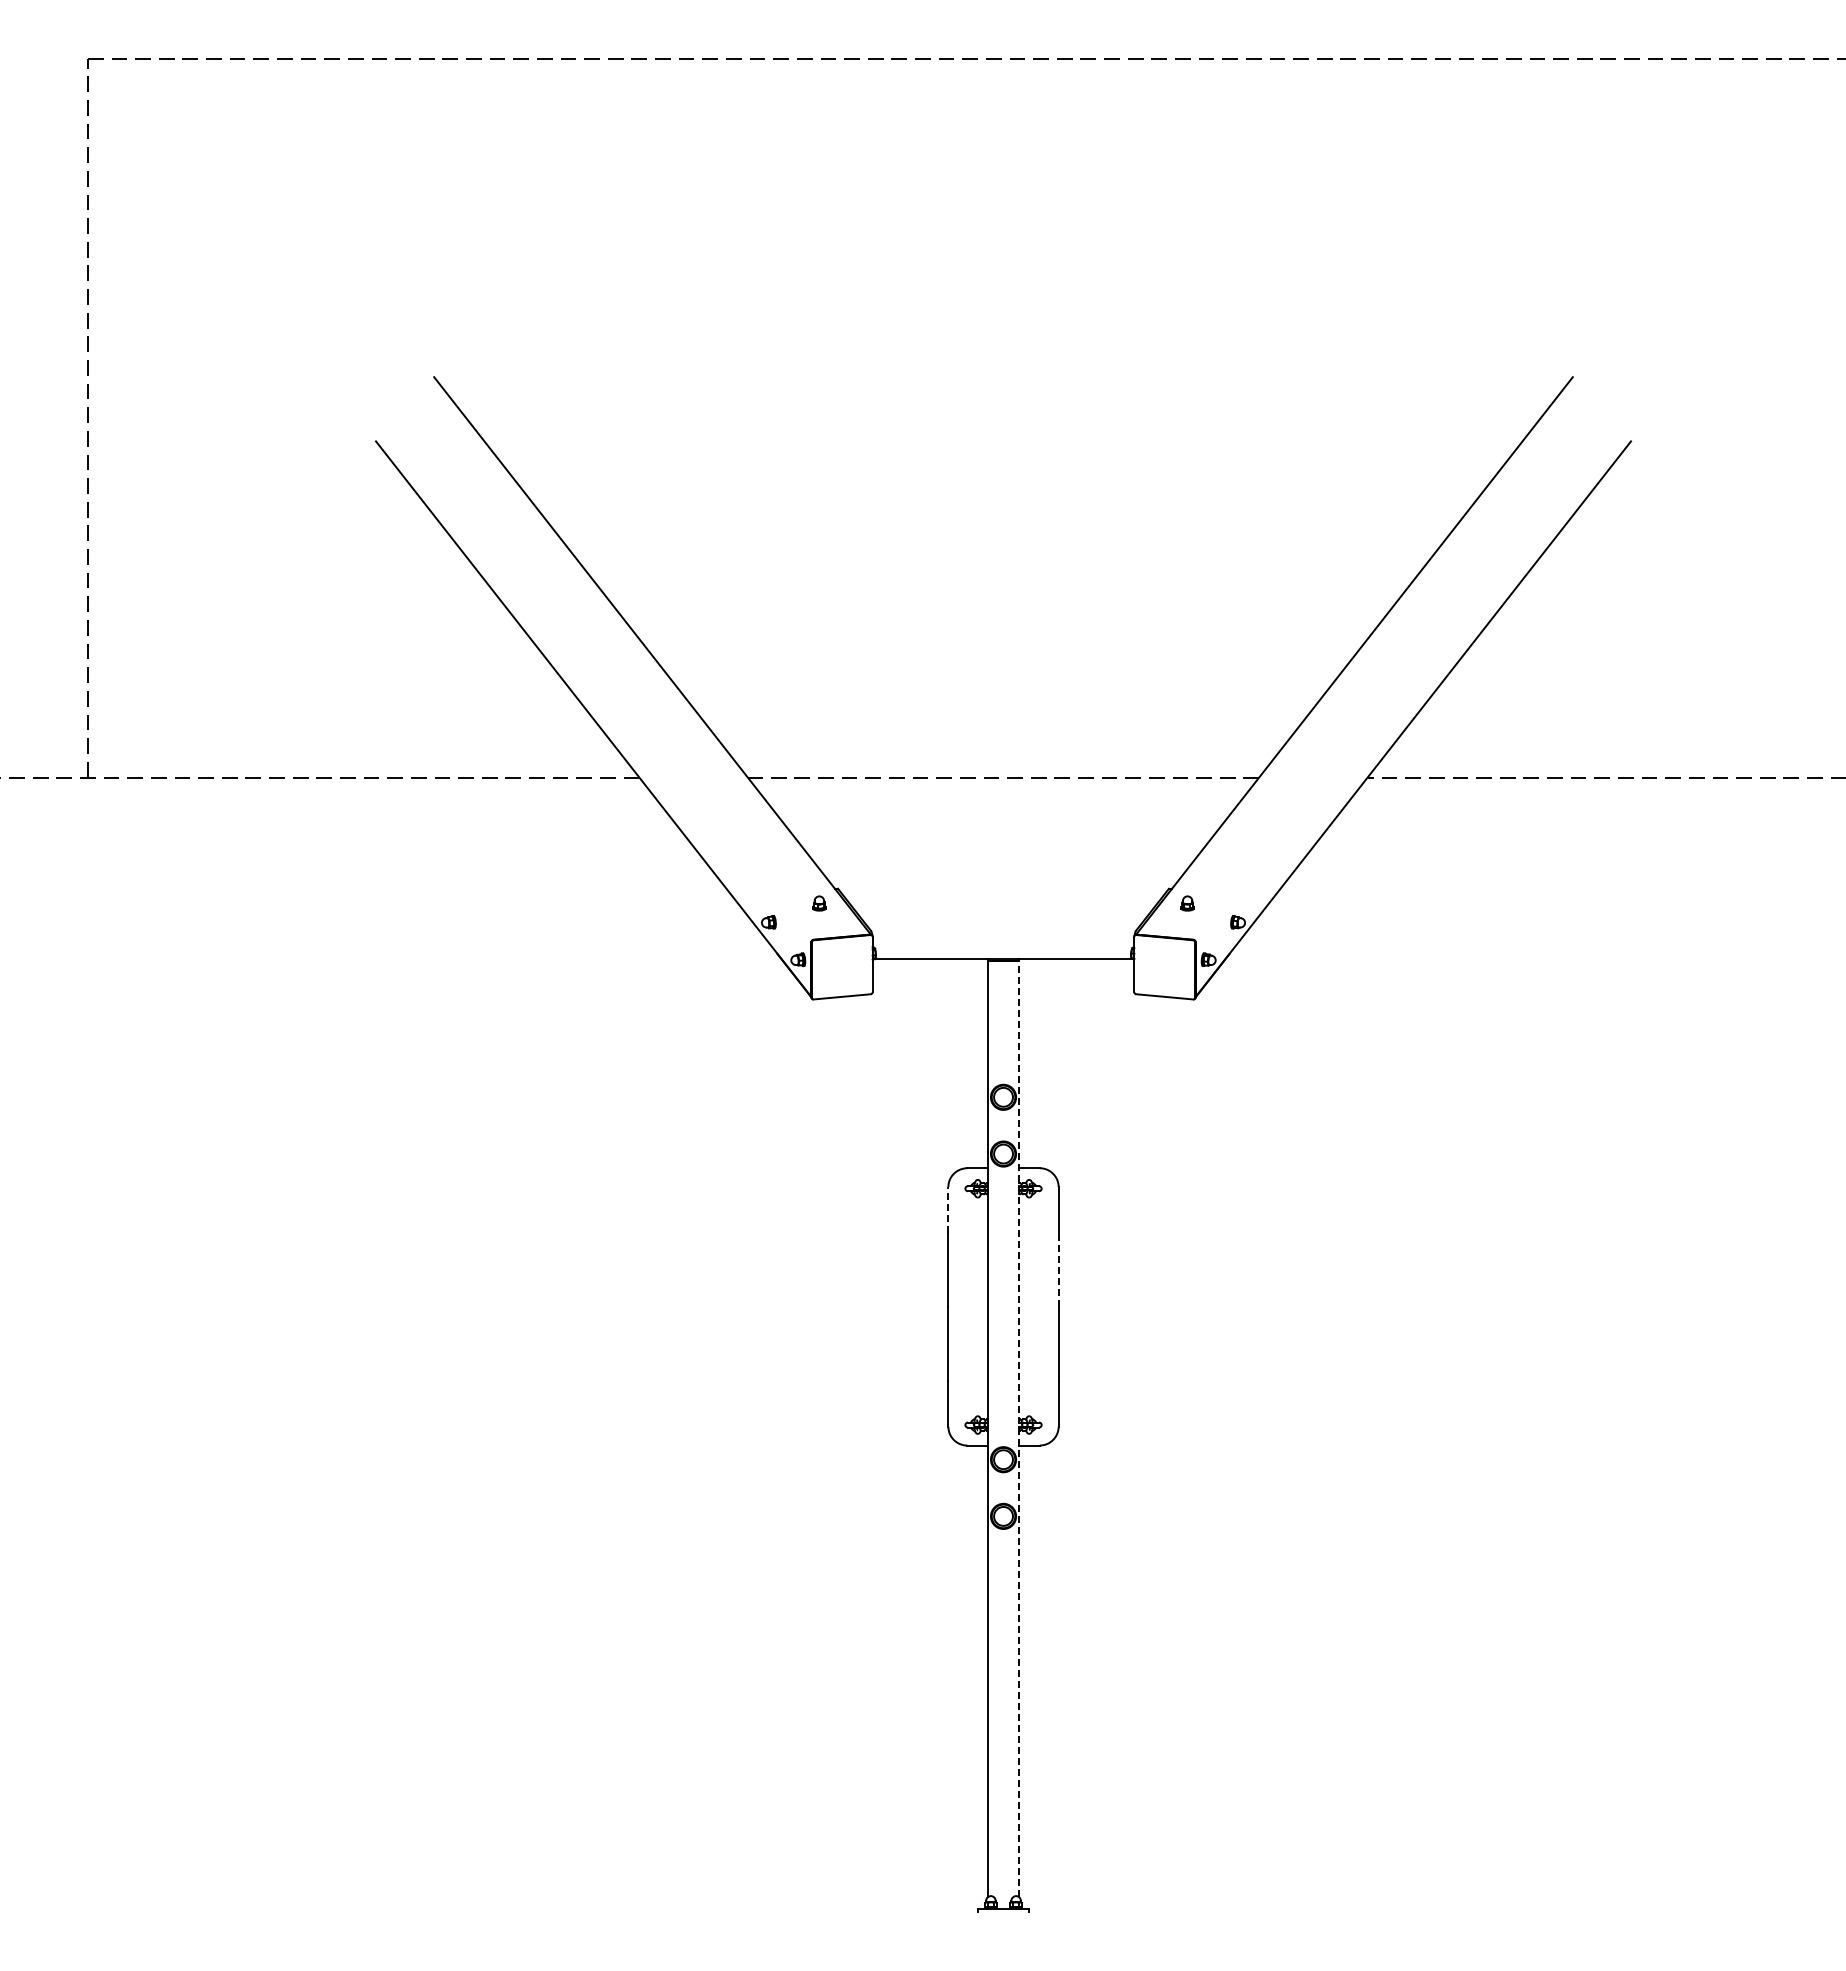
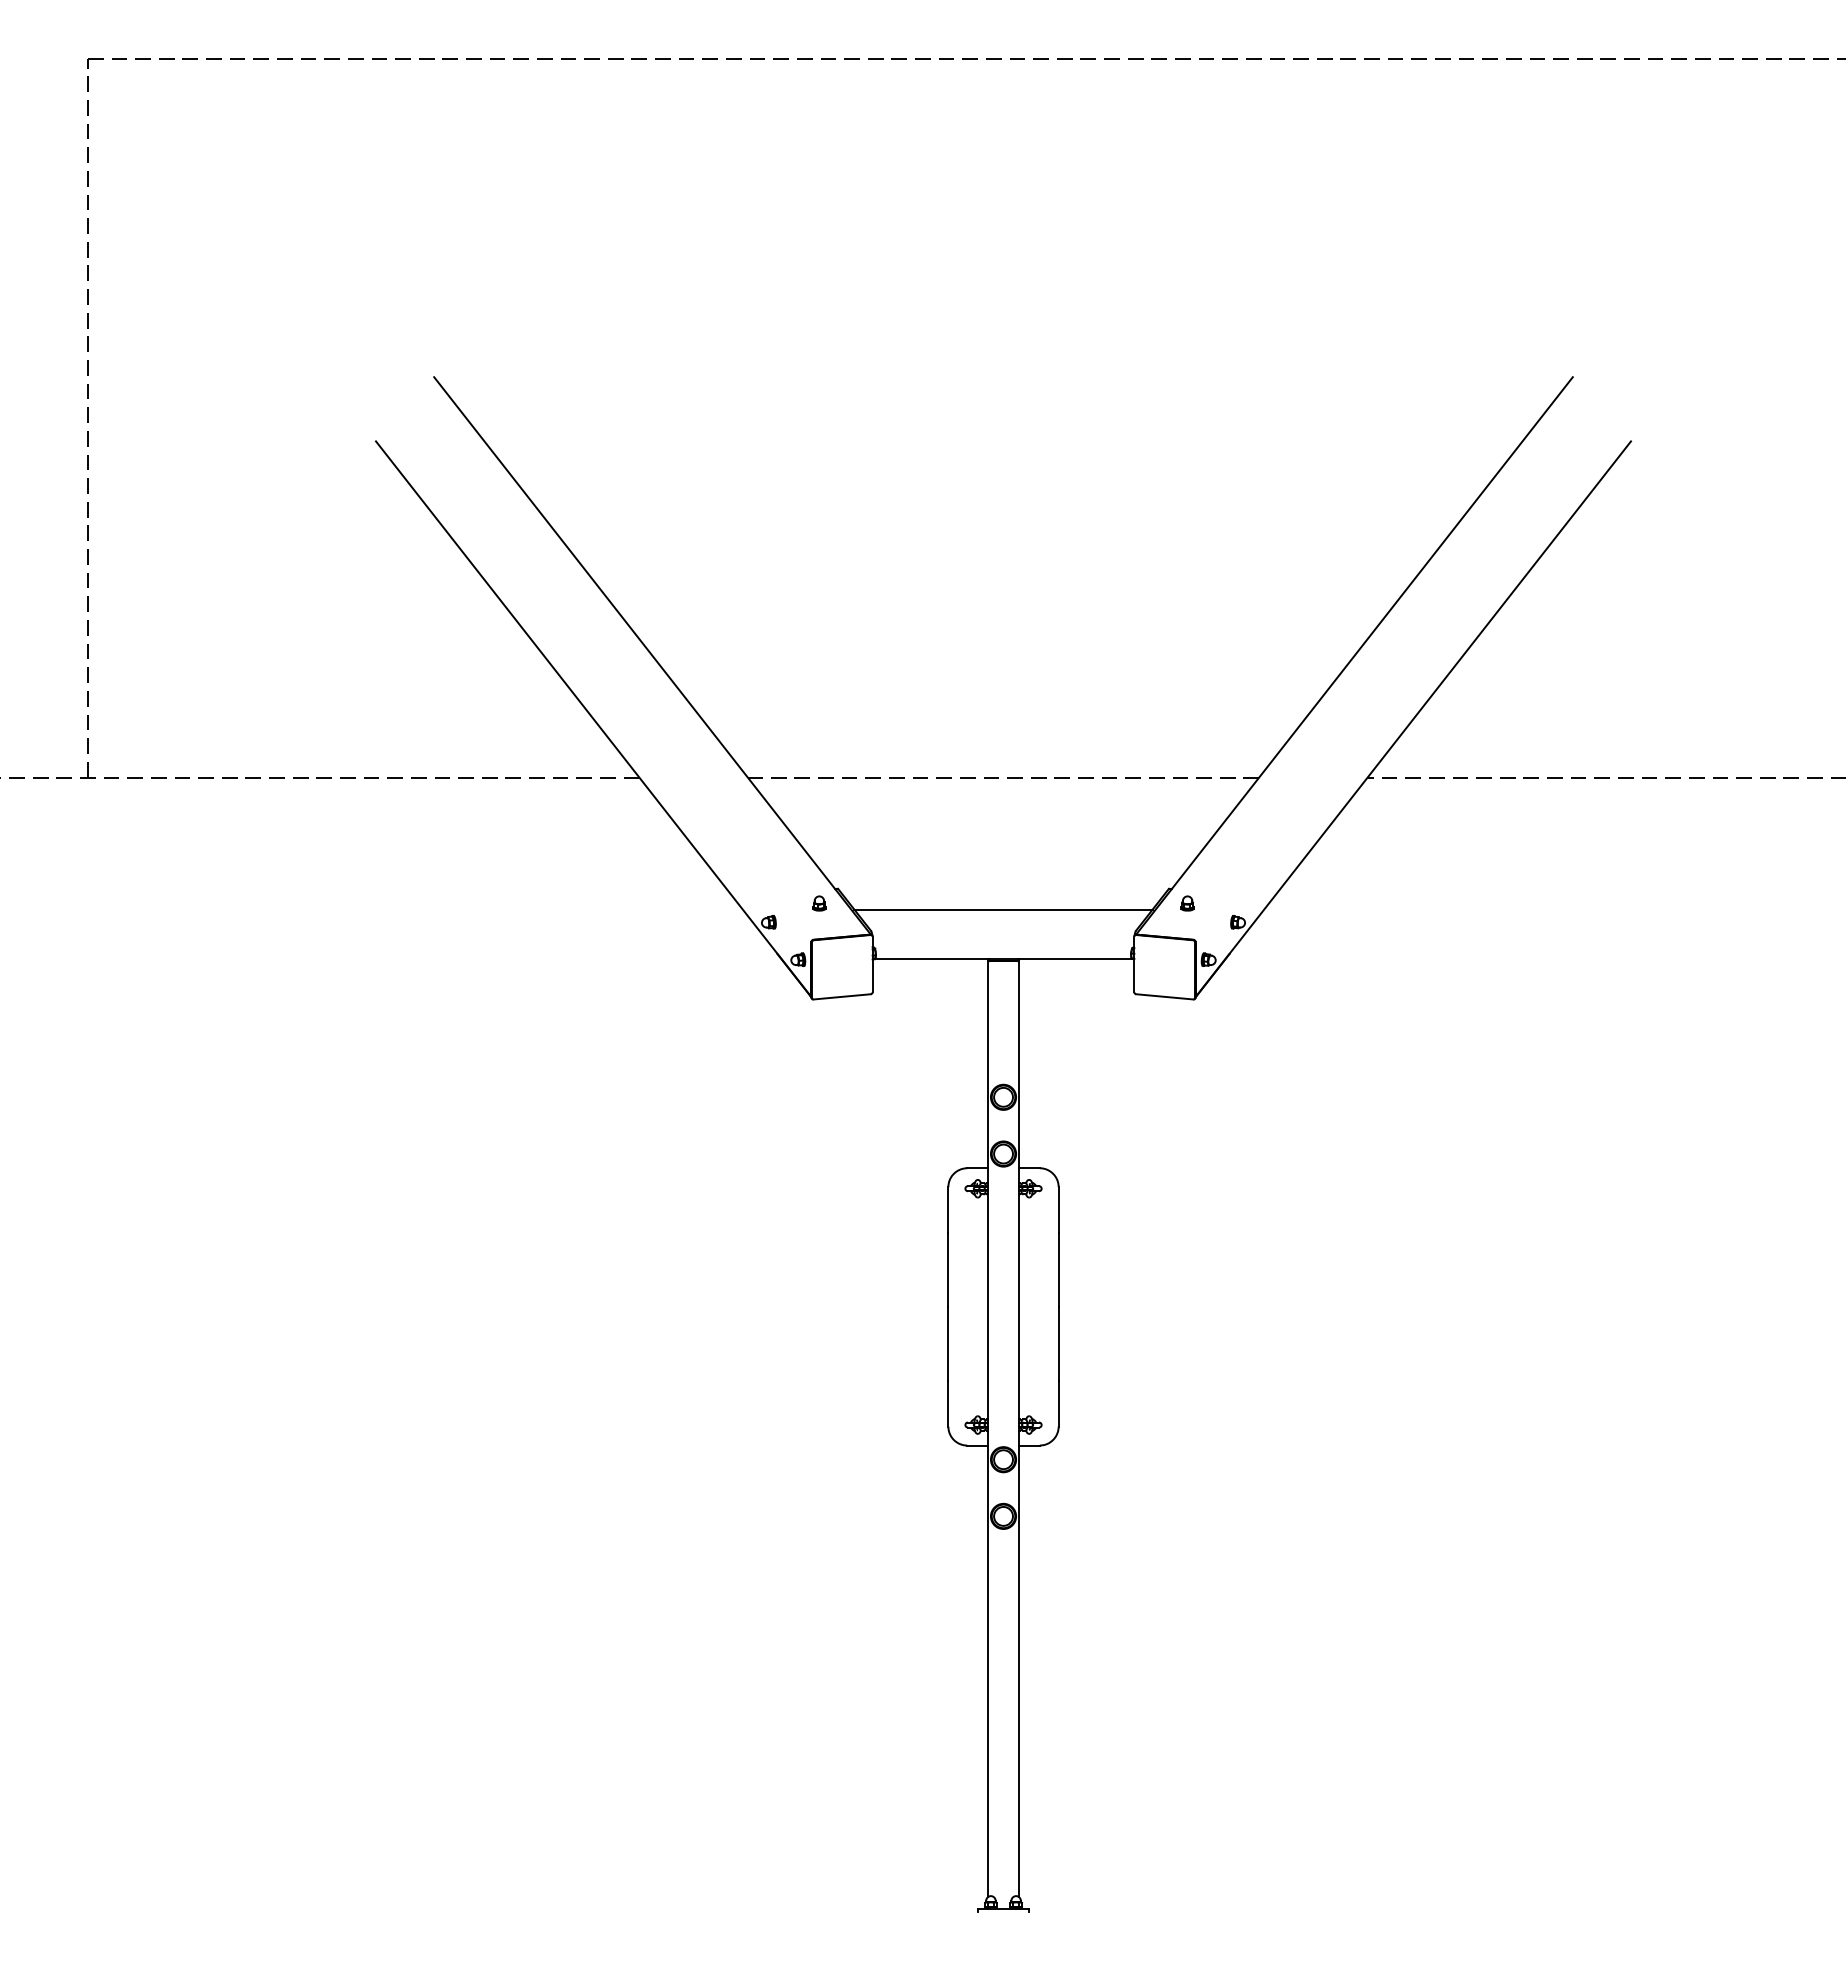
line at (1003, 909): none -> present
line at (948, 1209): dashed -> solid
line at (1058, 1269): dashed -> solid
line at (1019, 1428): dashed -> solid
